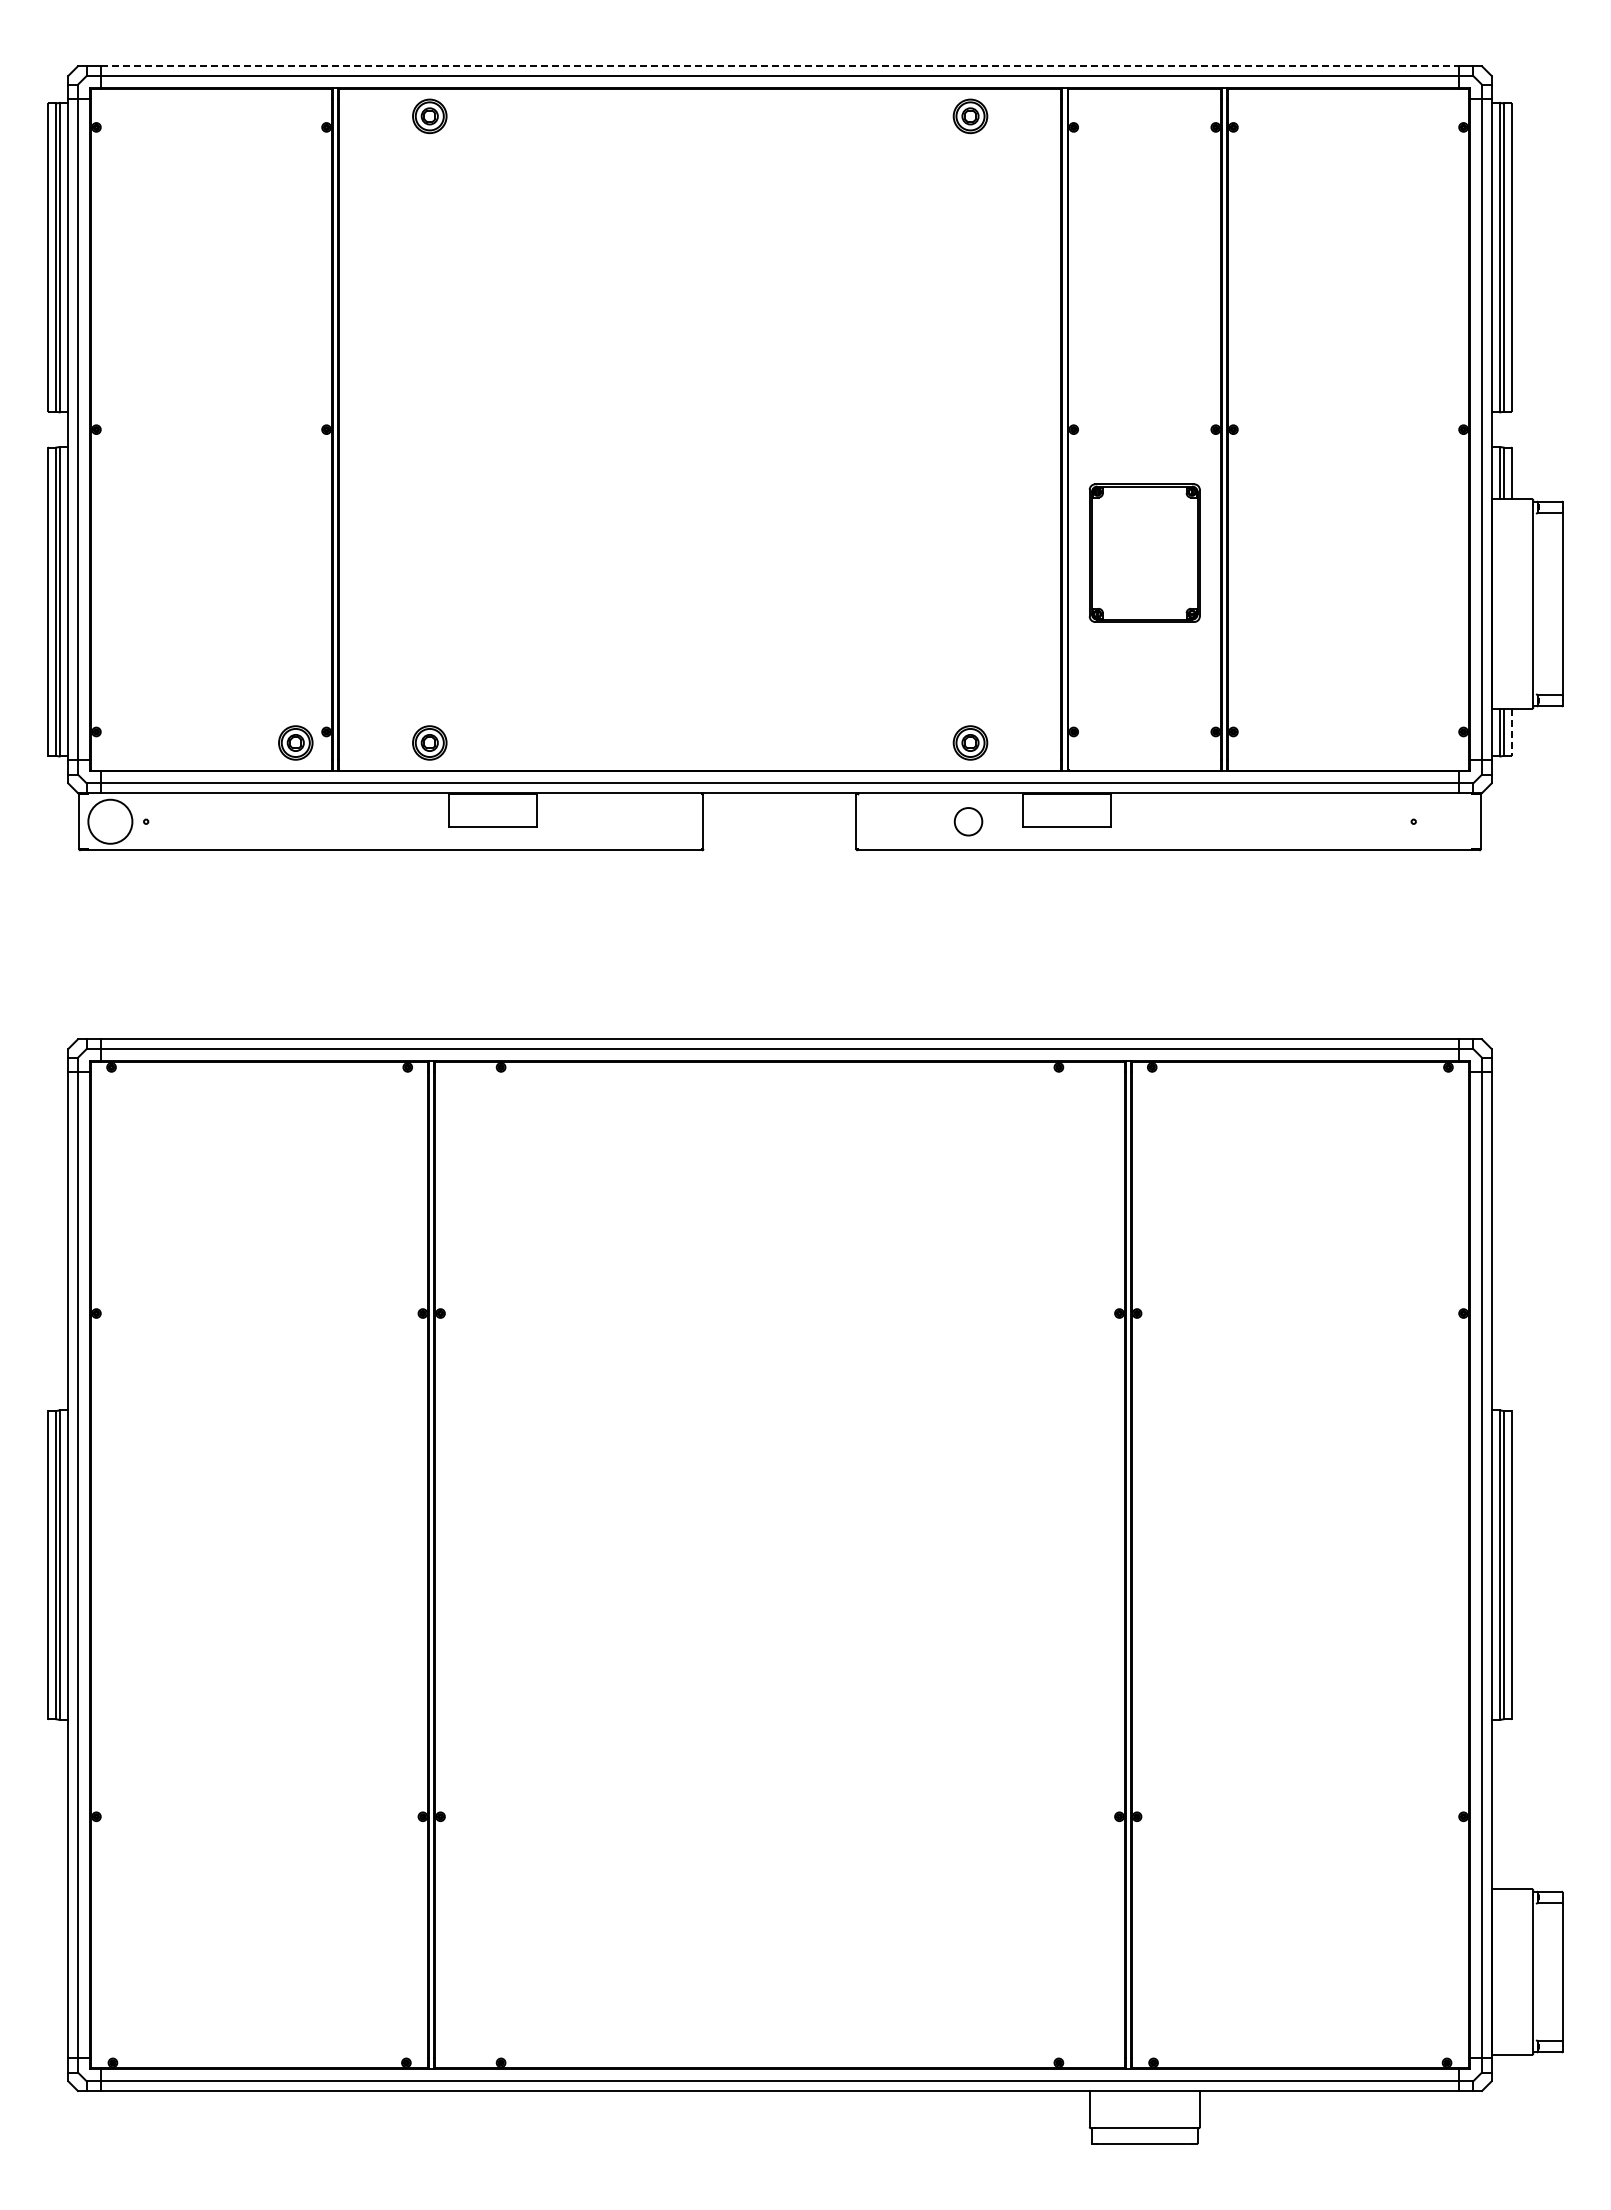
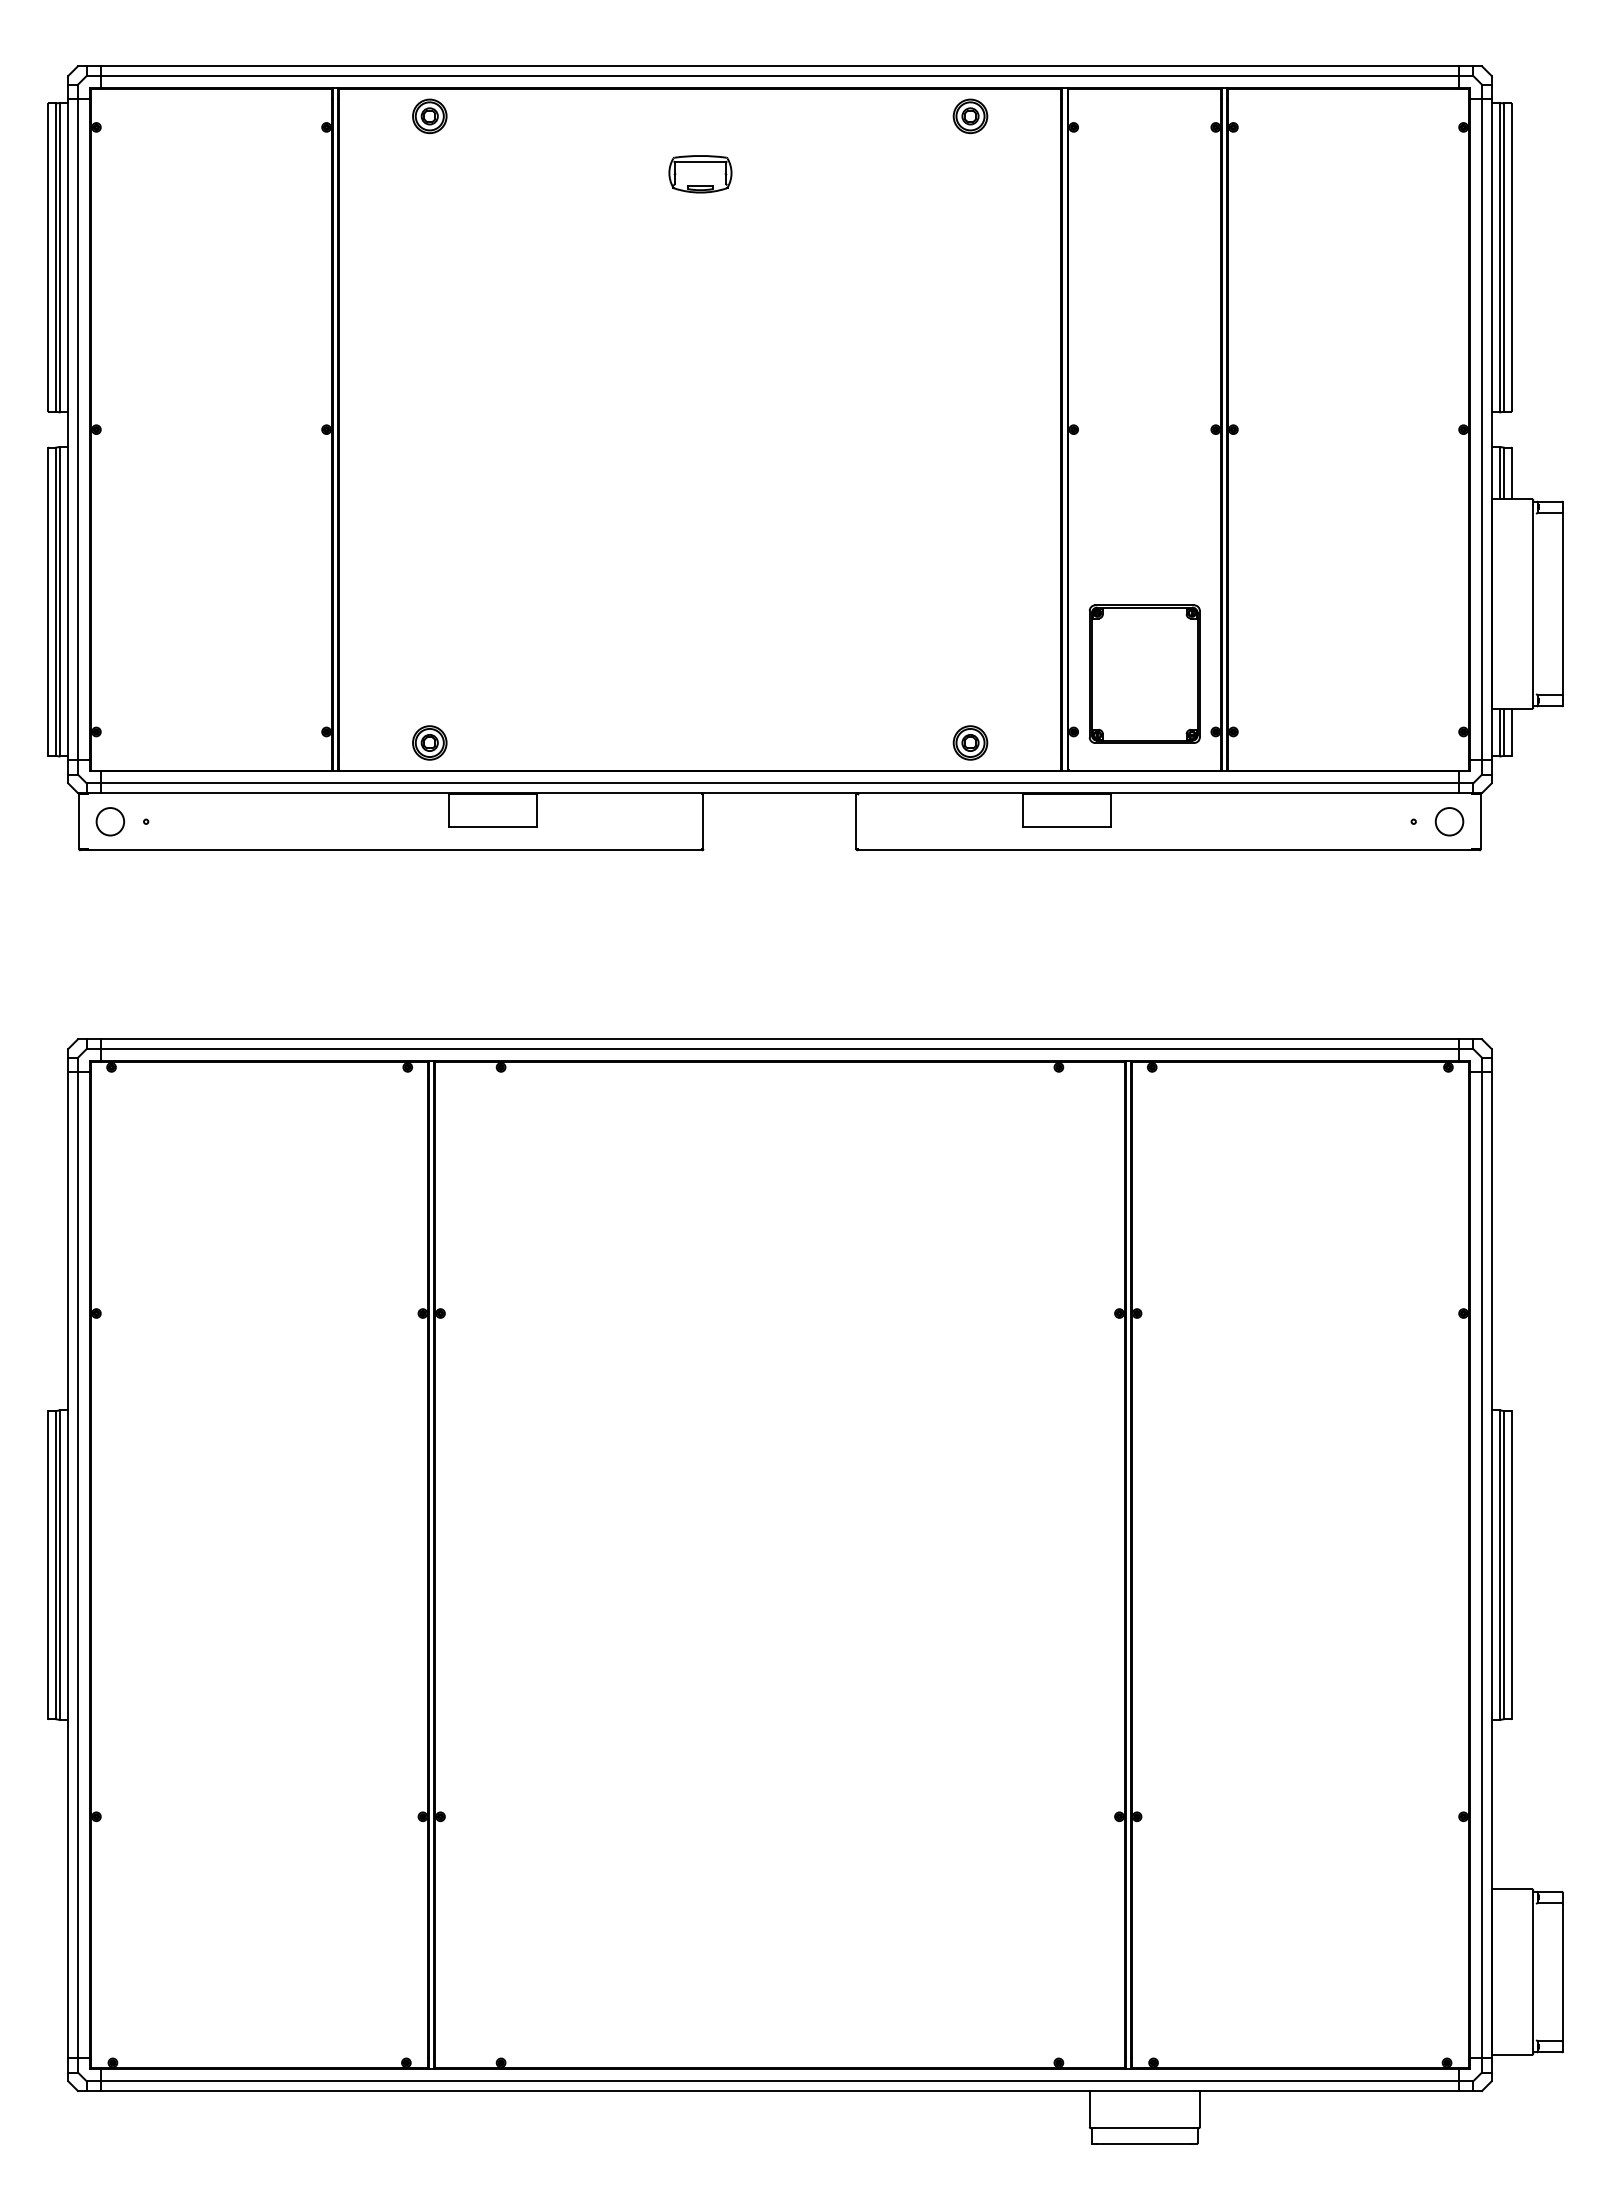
line at (780, 66): dashed -> solid
part at (700, 174): none -> present
part at (1144, 552) position: (1144, 552) -> (1144, 673)
line at (1511, 732): dashed -> solid
part at (295, 742): present -> none
circle at (110, 821) diameter: 44 px -> 28 px
circle at (968, 821) position: (968, 821) -> (1449, 821)
